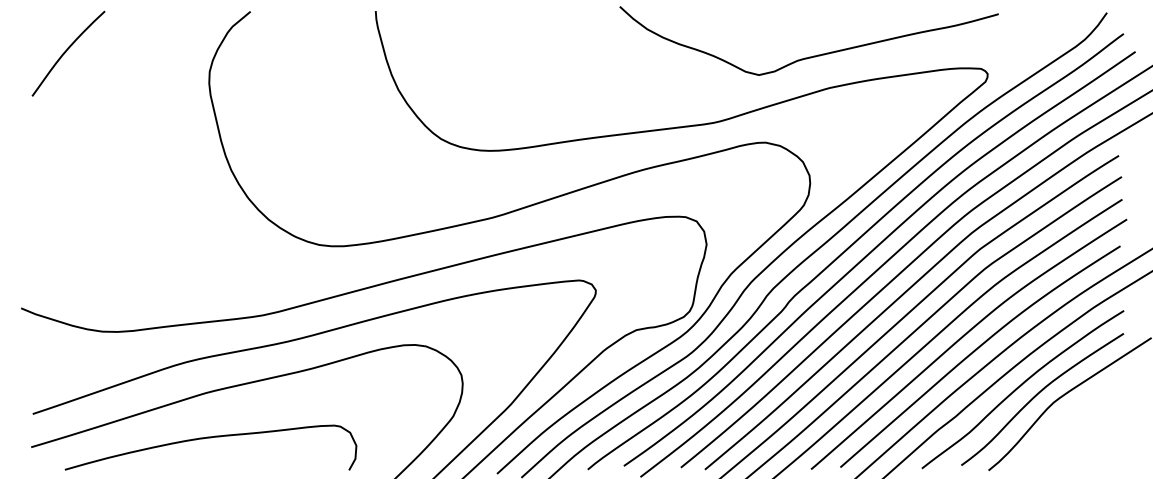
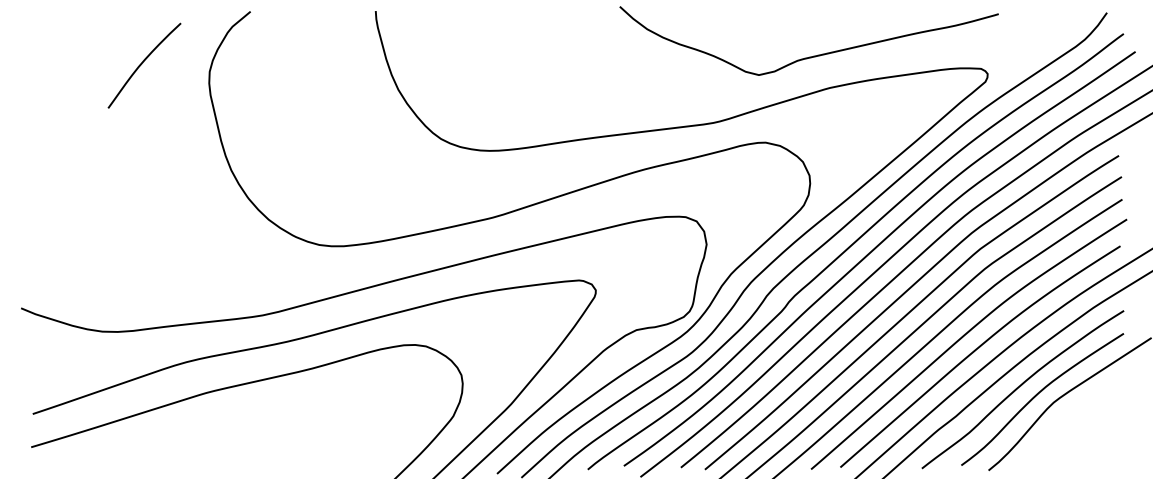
curve at (66, 52) position: (66, 52) -> (142, 64)
curve at (210, 438): present -> none
